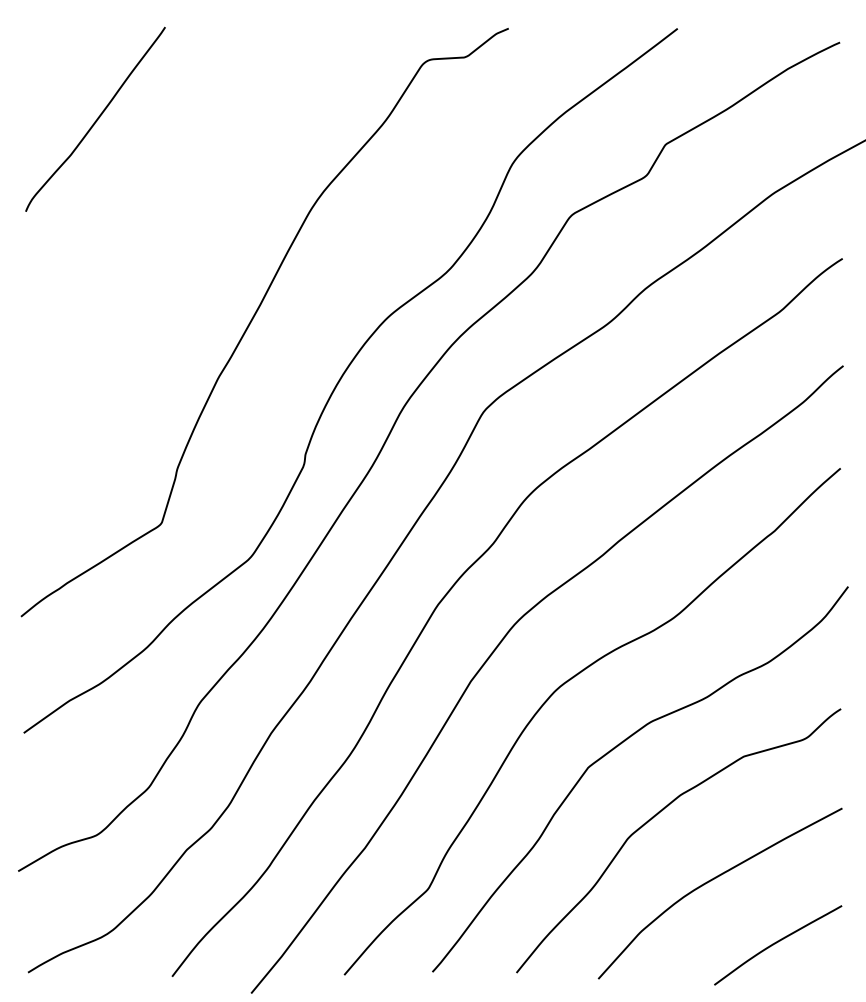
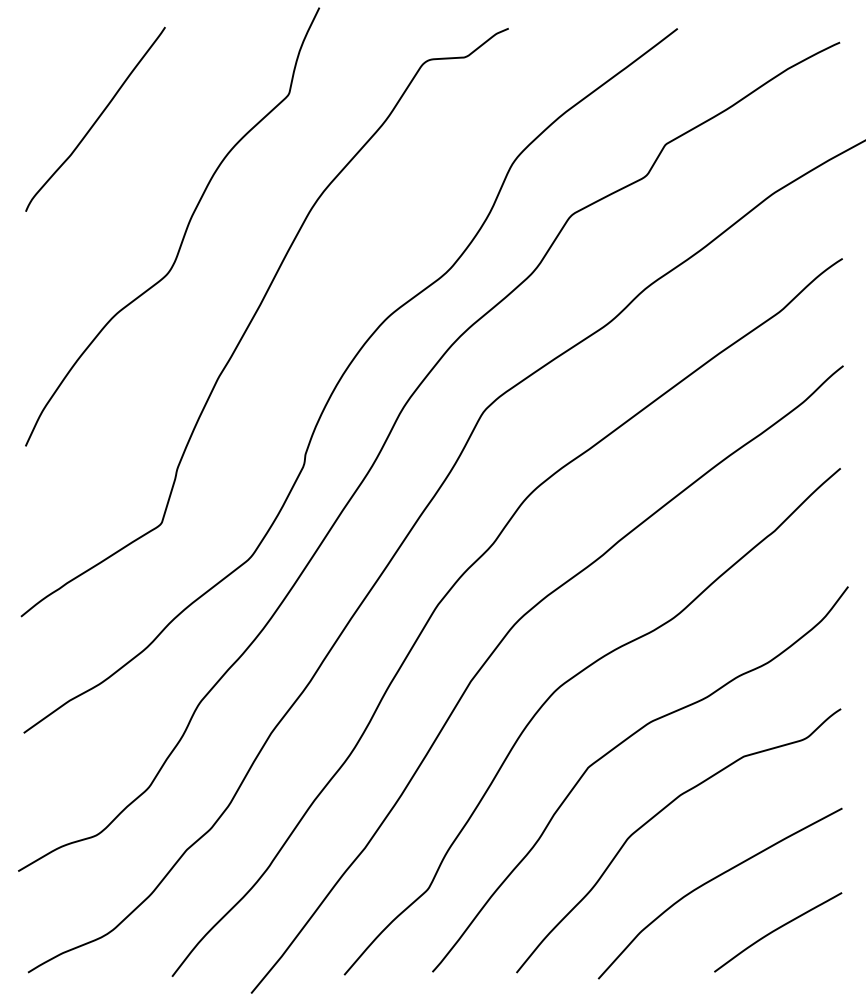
curve at (185, 229): none -> present
curve at (776, 943) position: (776, 943) -> (776, 930)
